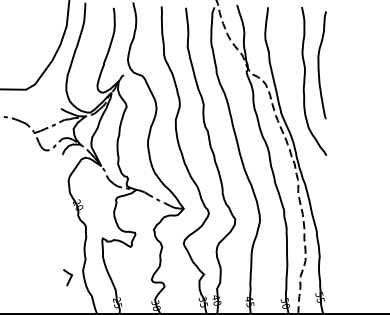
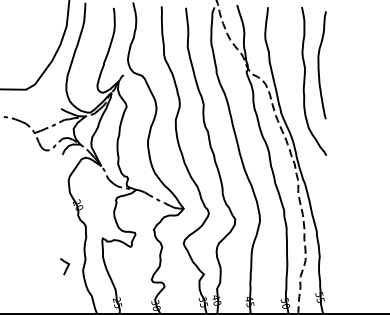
line at (69, 278) position: (69, 278) -> (66, 267)
